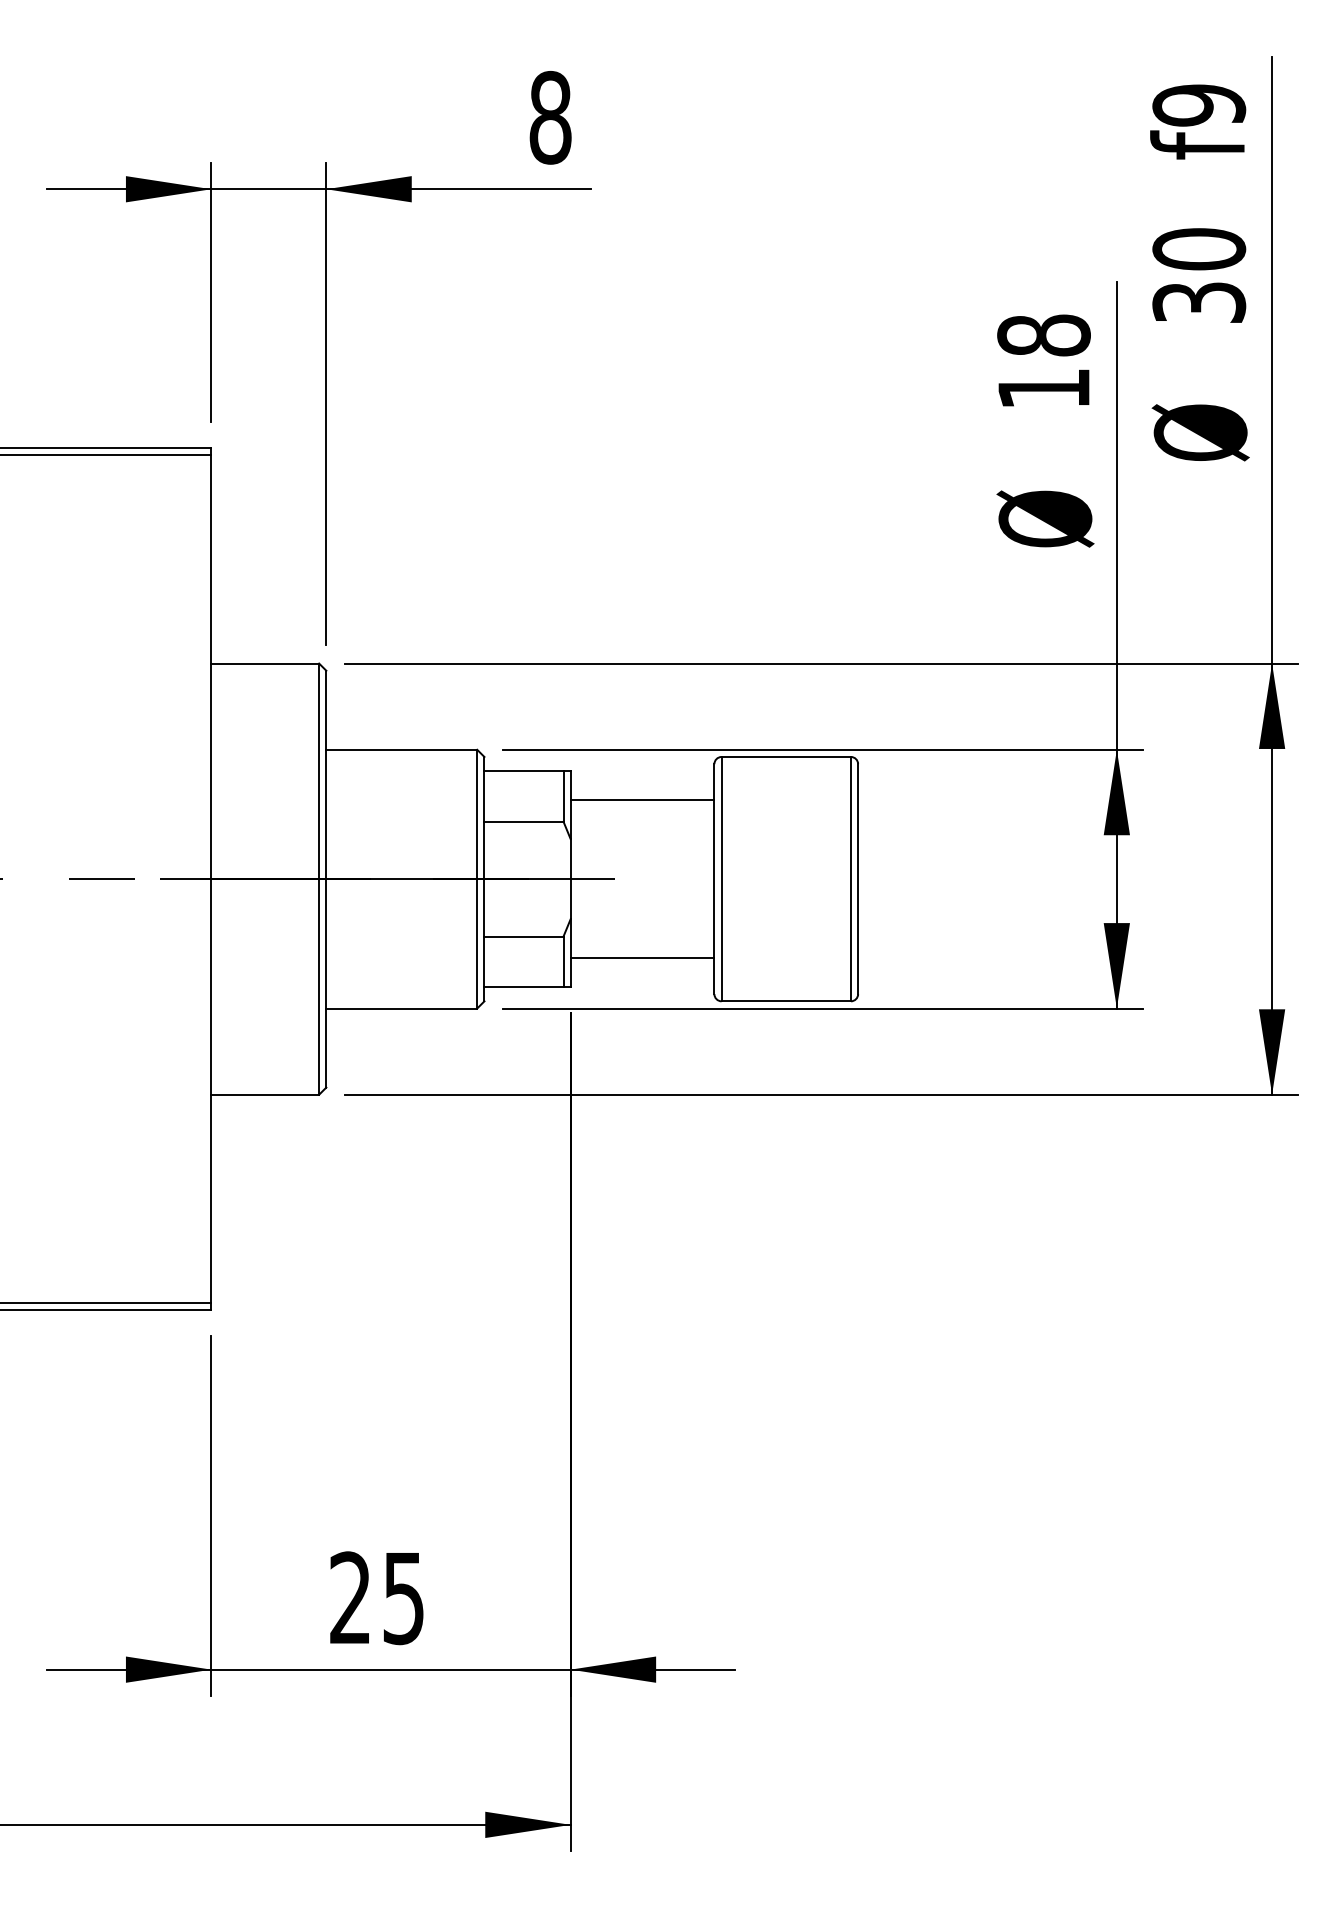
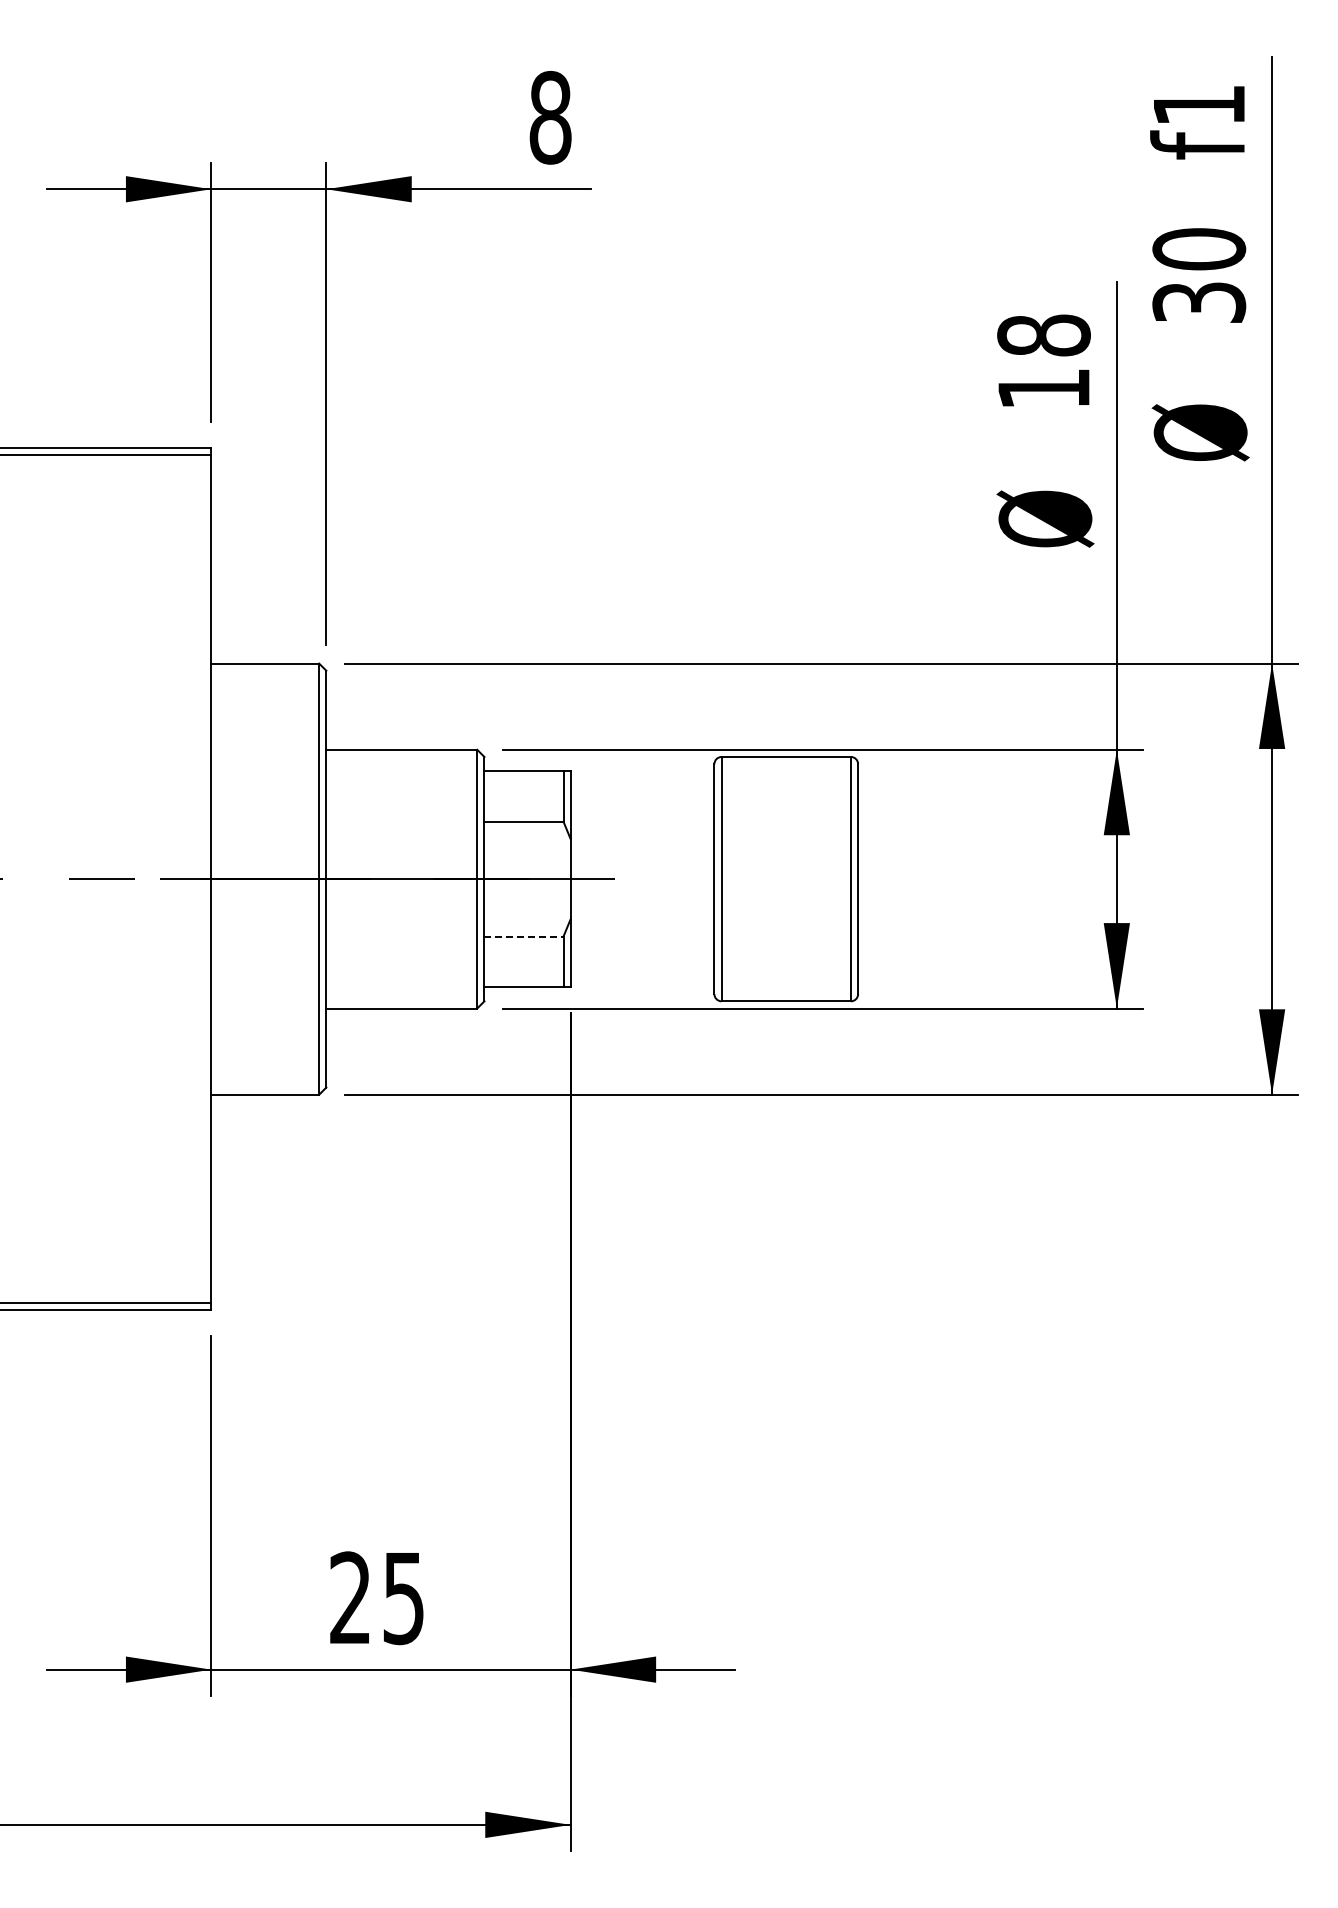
text at (1199, 105): f9 -> f1
line at (642, 800): present -> none
line at (523, 936): solid -> dashed
line at (642, 958): present -> none
